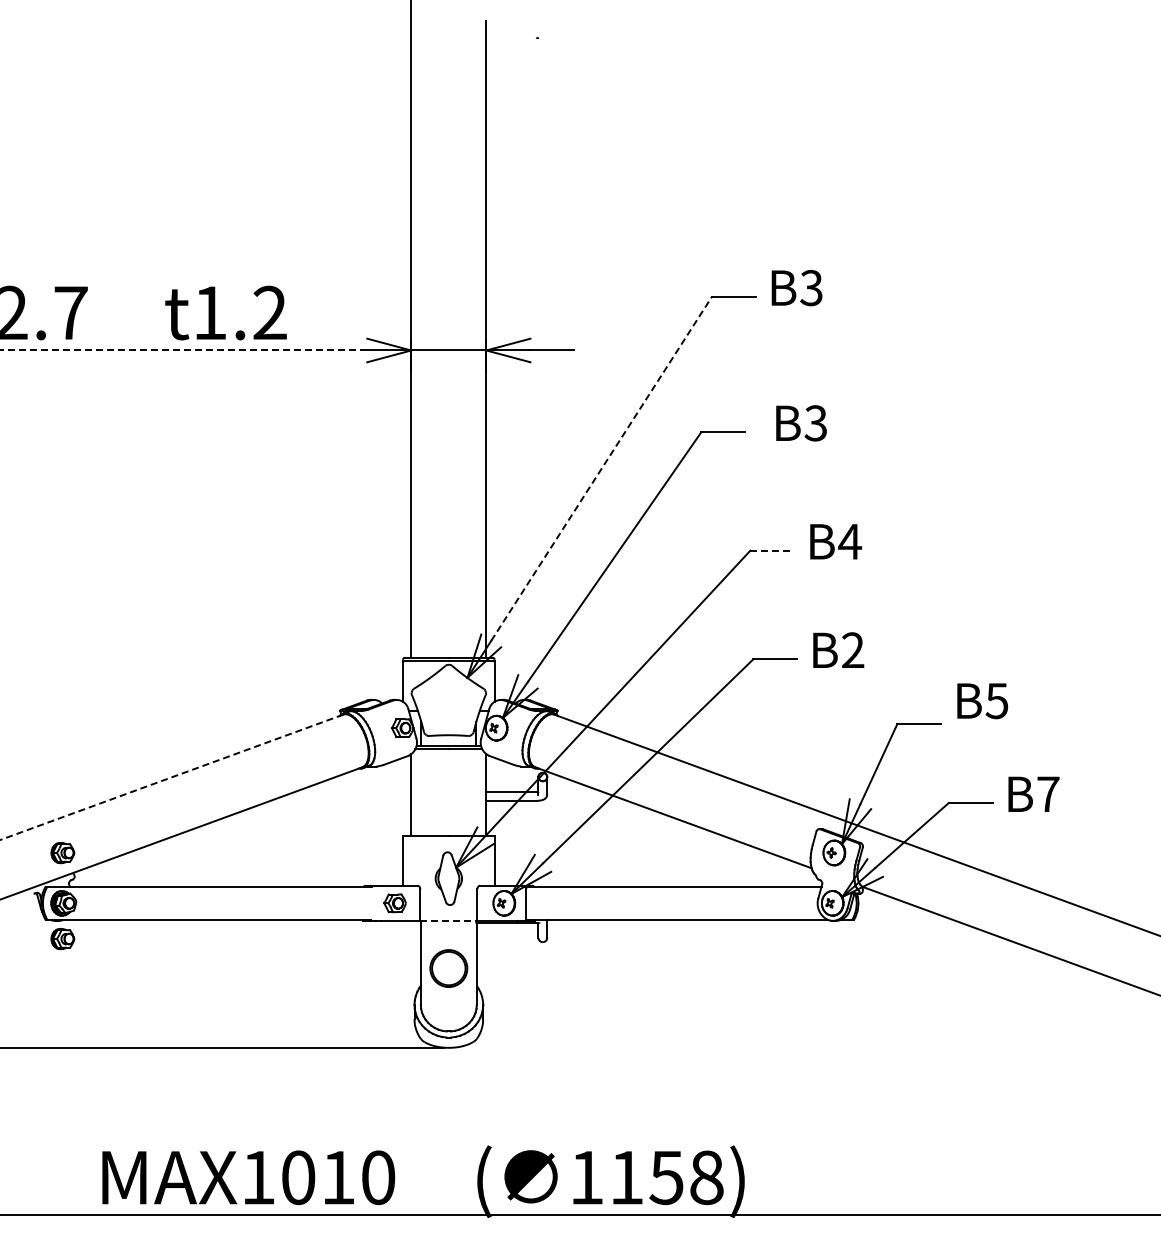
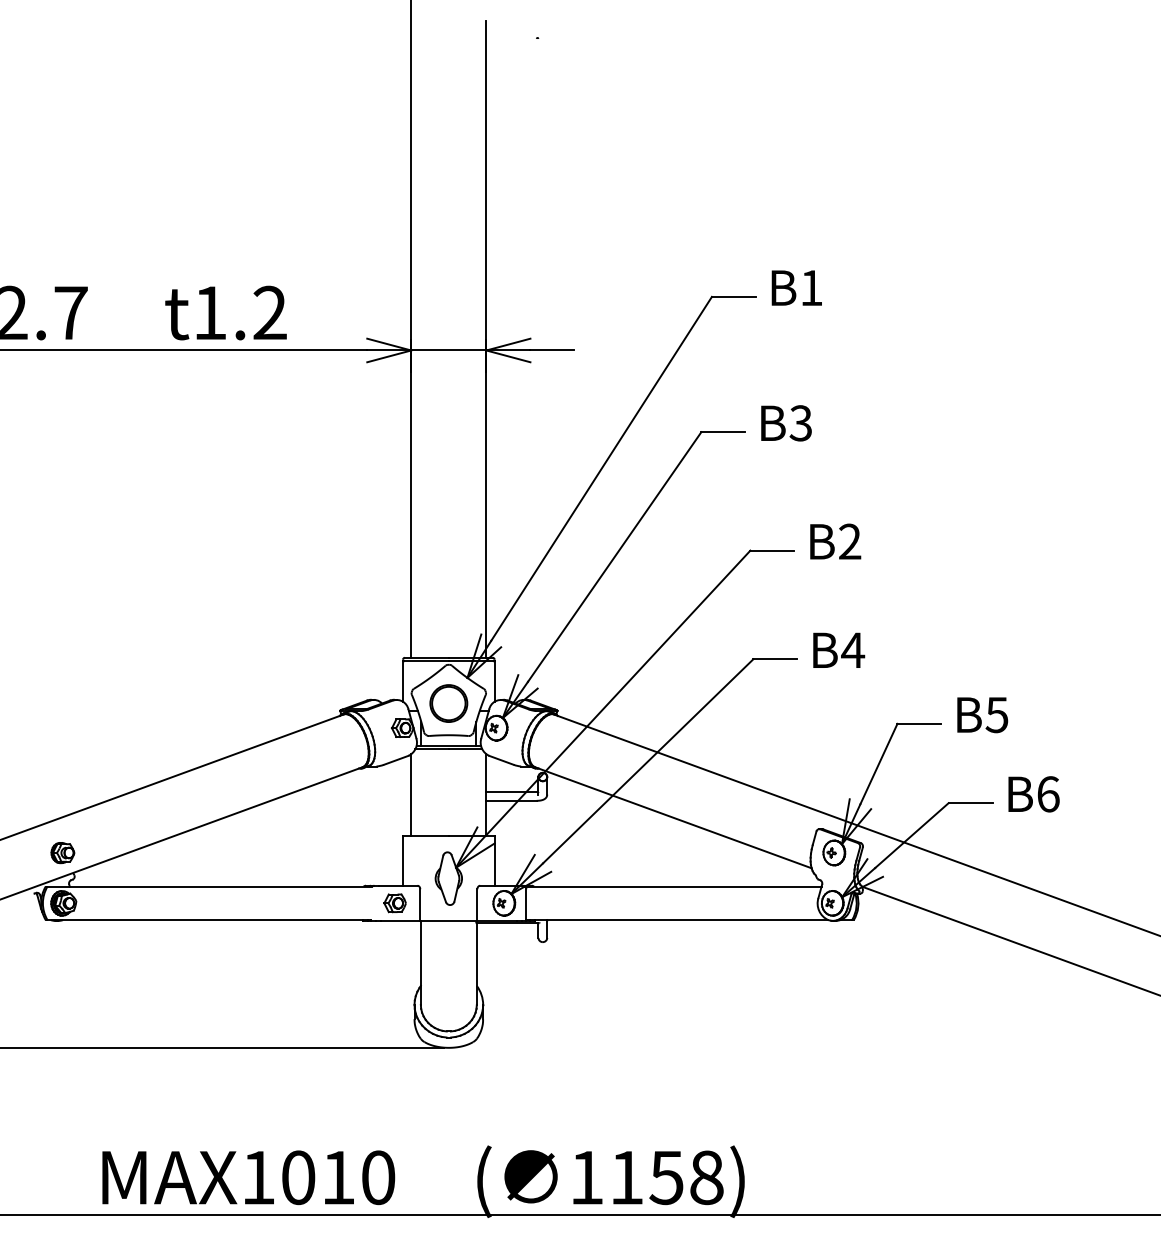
text at (811, 287): B3 -> B1
line at (183, 350): dashed -> solid
text at (801, 423) position: (801, 423) -> (786, 423)
line at (601, 468): dashed -> solid
text at (850, 541): B4 -> B2
line at (772, 550): dashed -> solid
text at (853, 649): B2 -> B4
text at (982, 701) position: (982, 701) -> (982, 715)
line at (171, 777): dashed -> solid
text at (1048, 794): B7 -> B6
line at (448, 920): dashed -> solid
part at (62, 939): present -> none
part at (448, 968) position: (448, 968) -> (448, 703)
